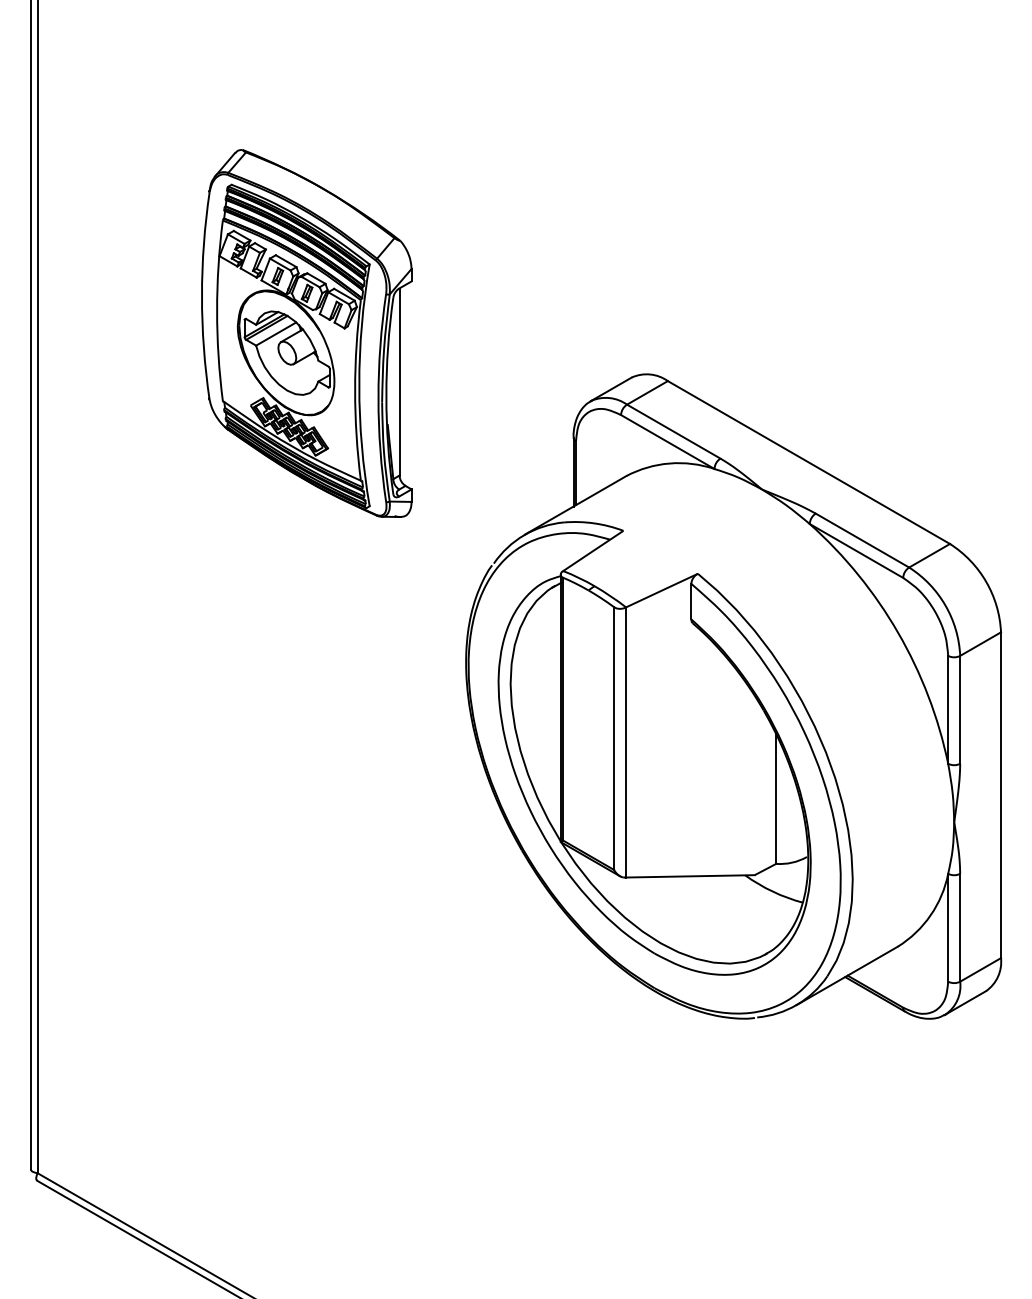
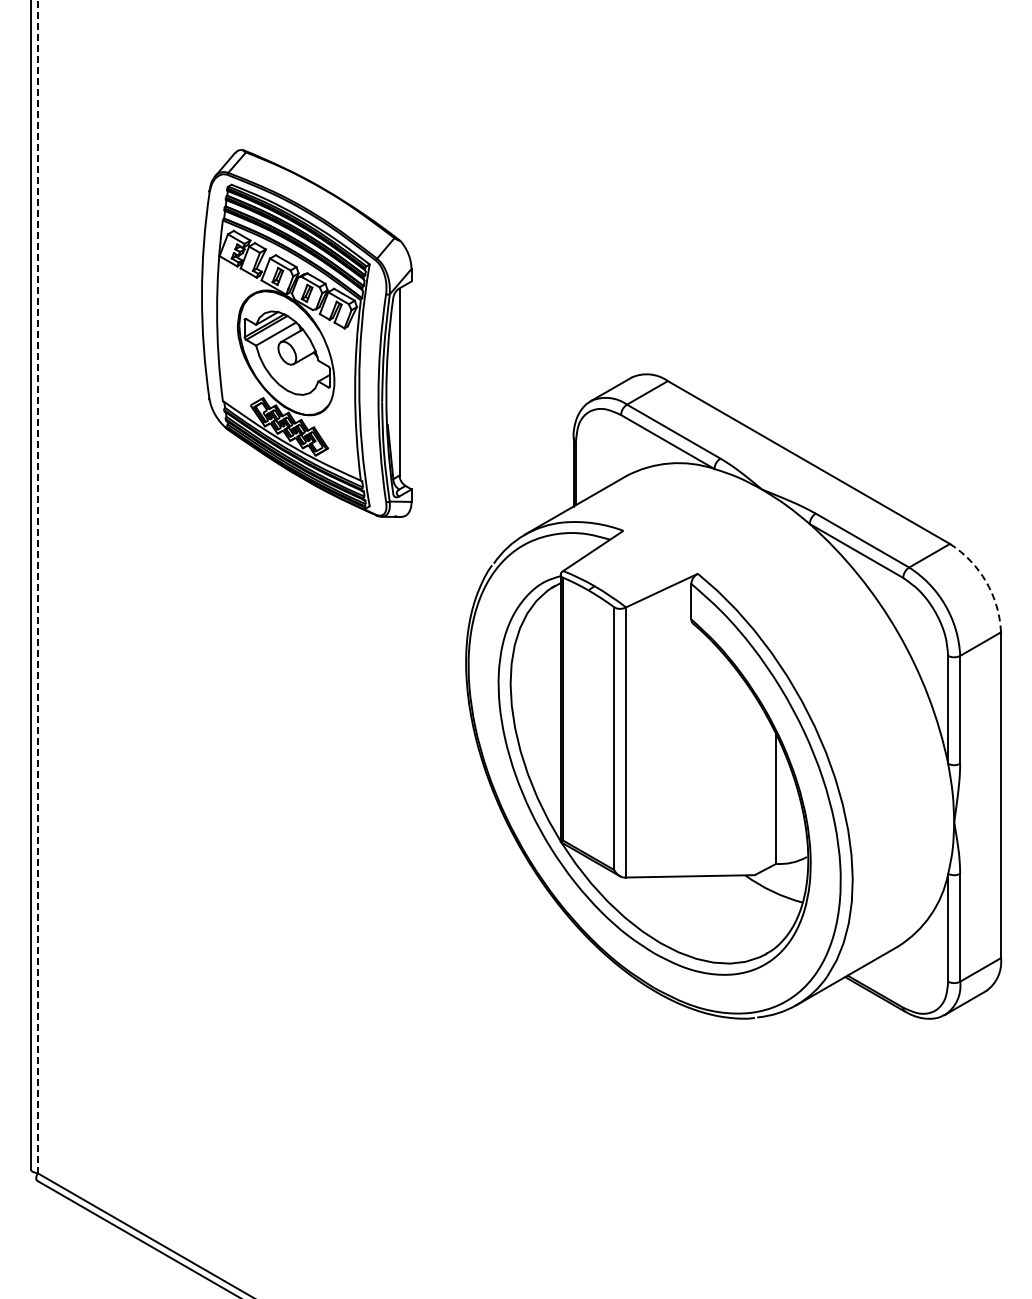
arc at (986, 581): solid -> dashed
line at (37, 587): solid -> dashed
